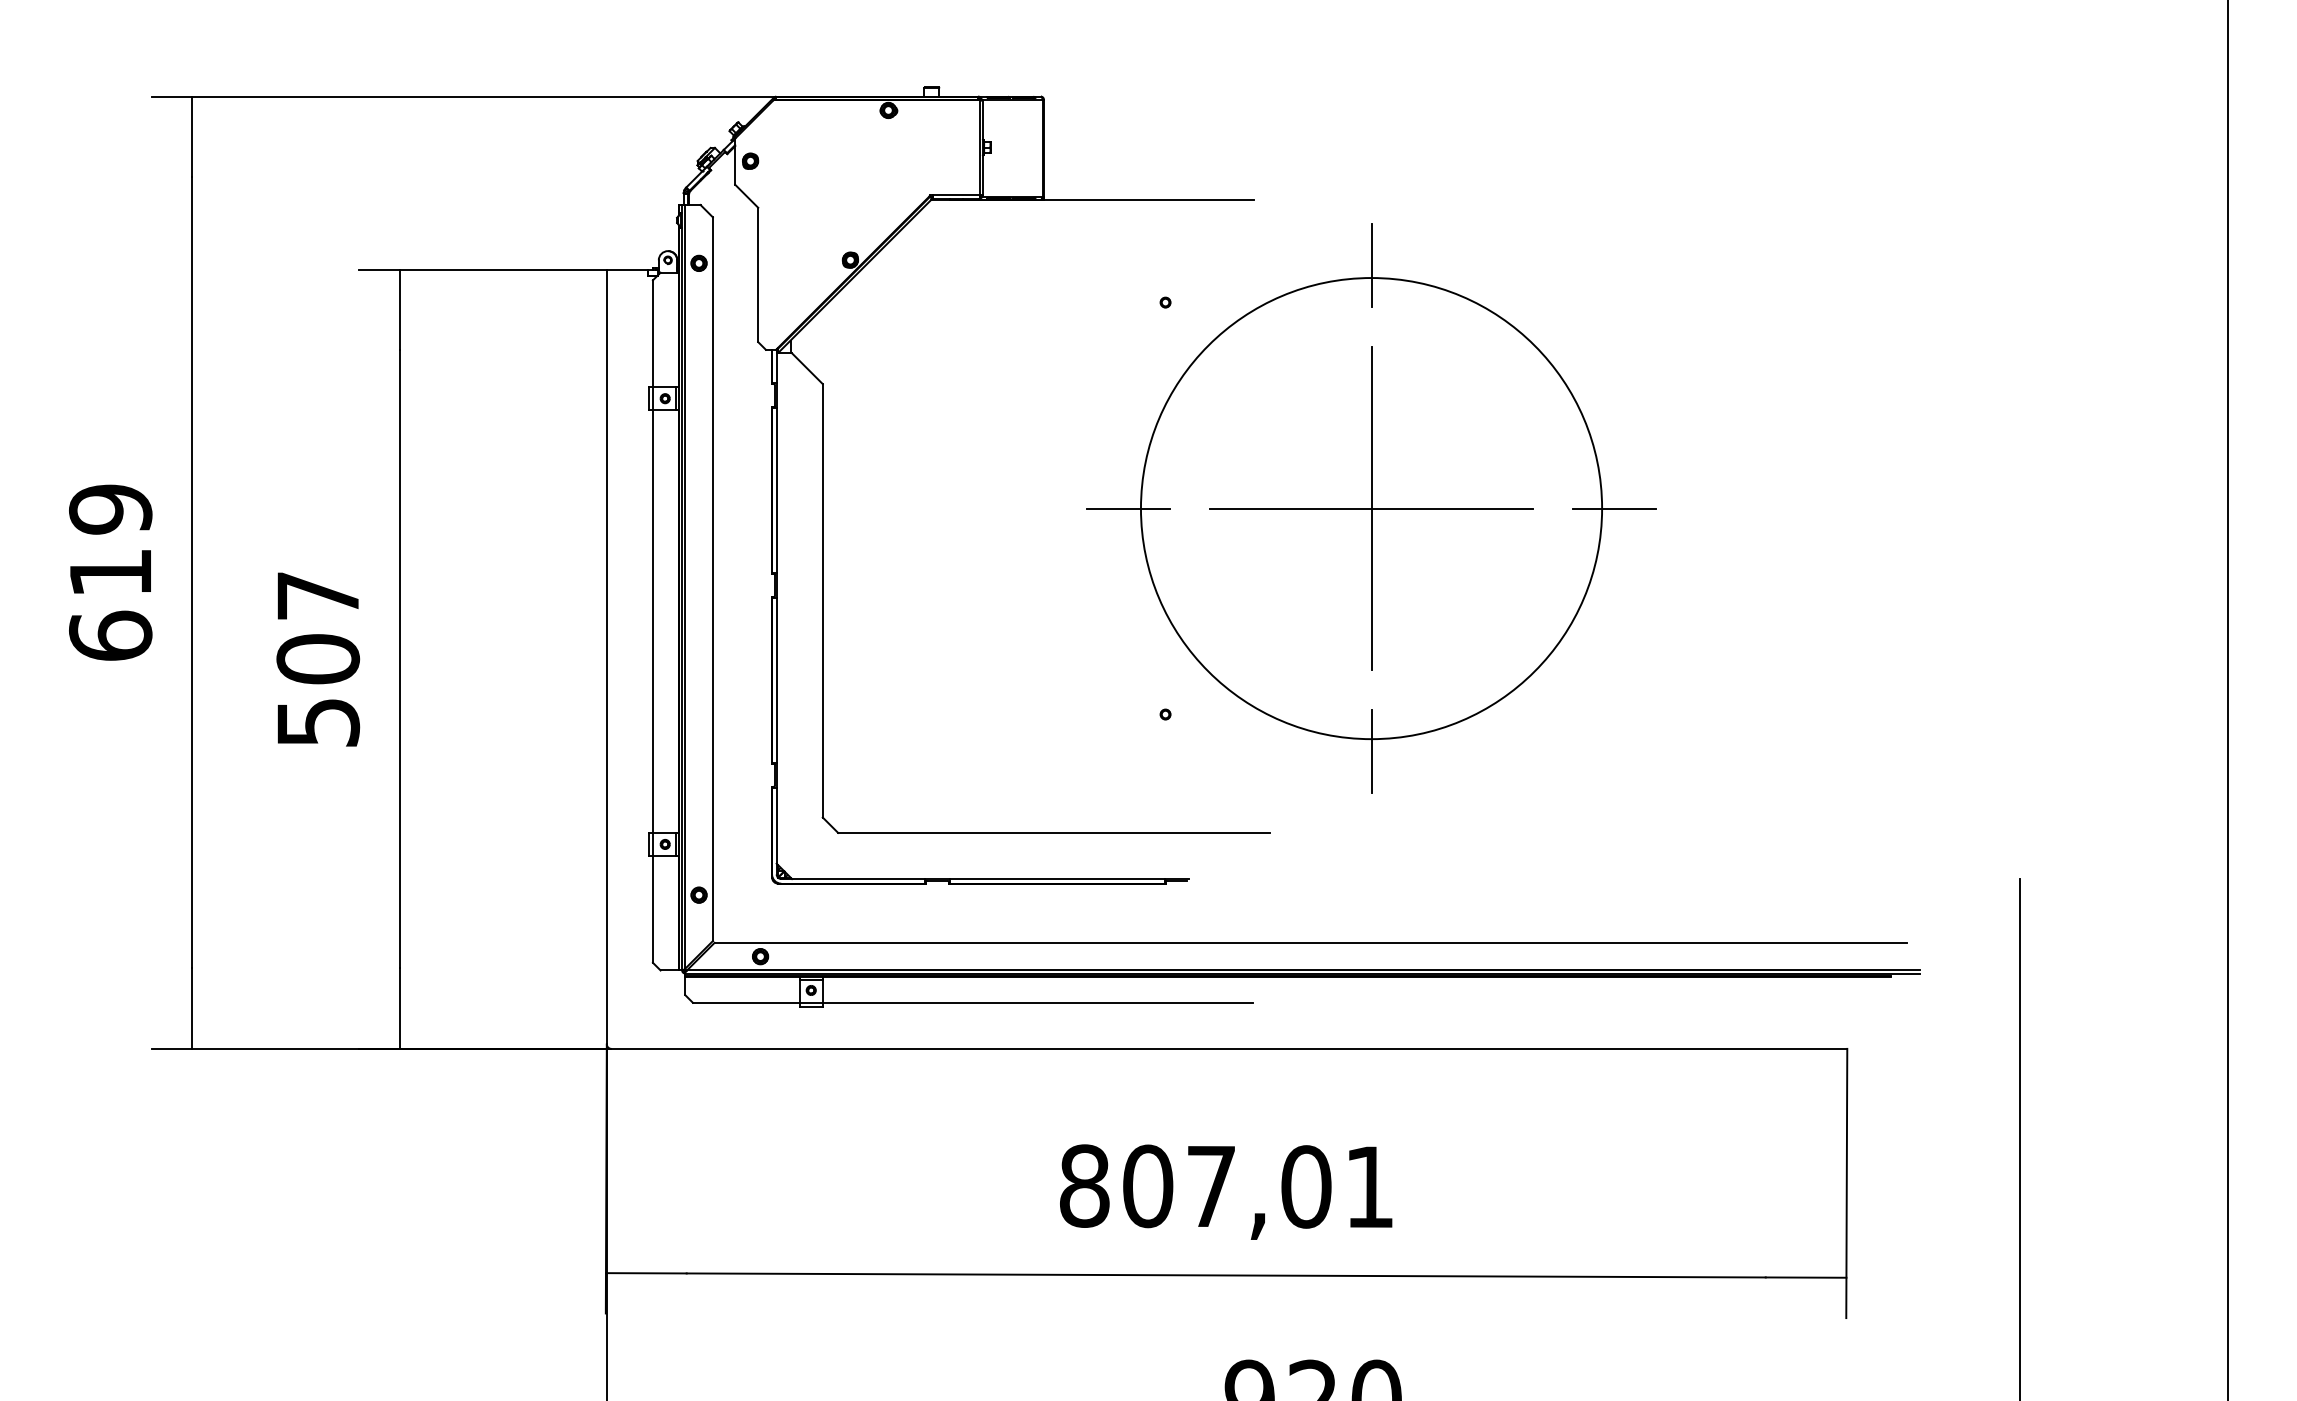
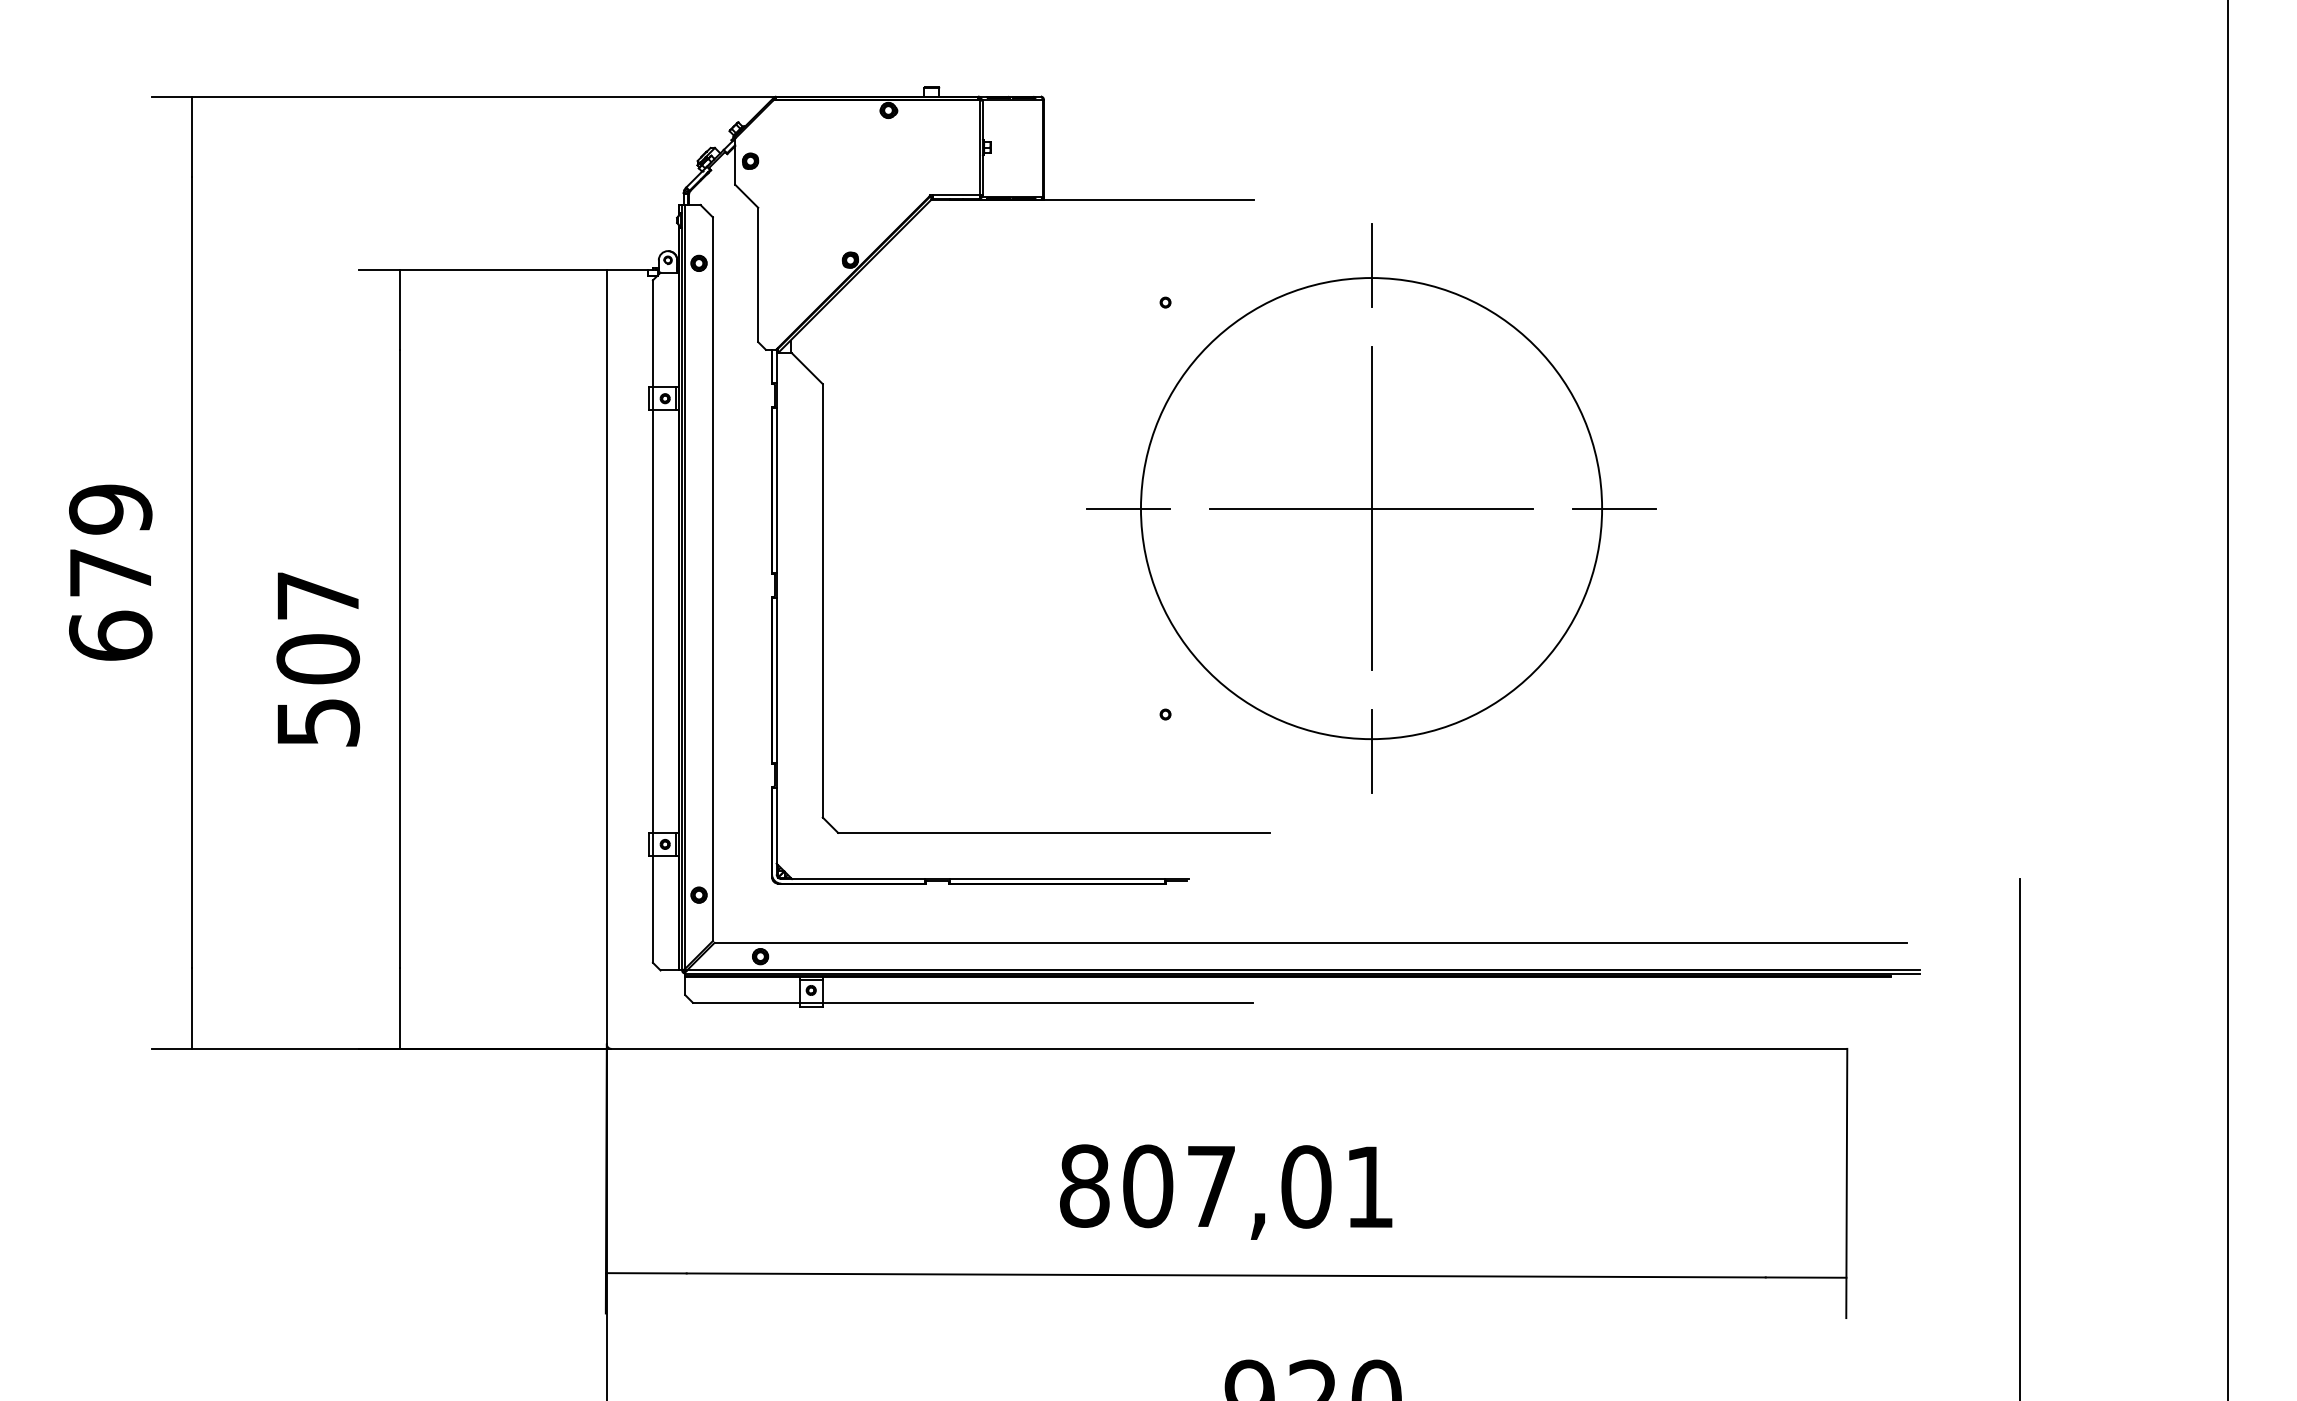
text at (110, 572): 619 -> 679
